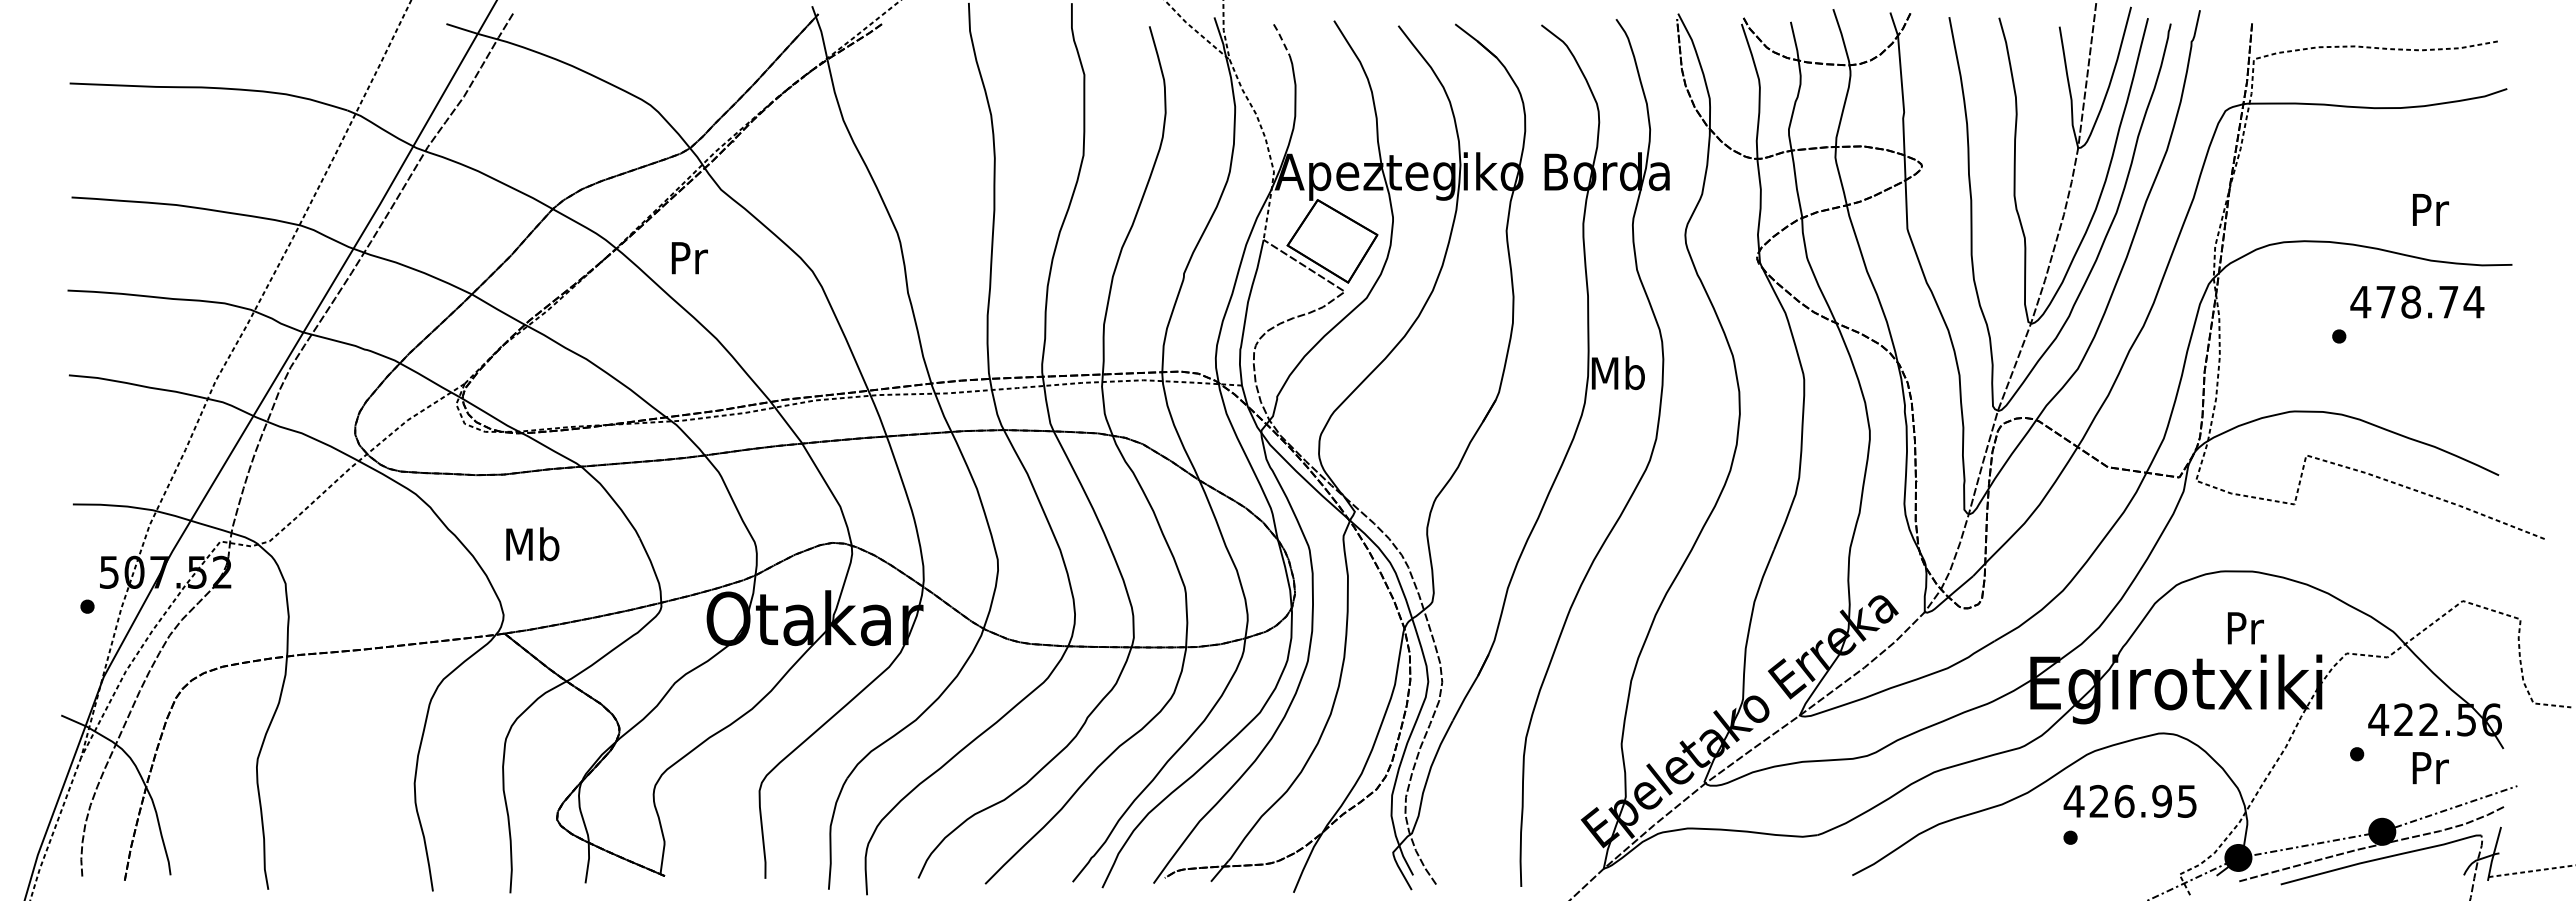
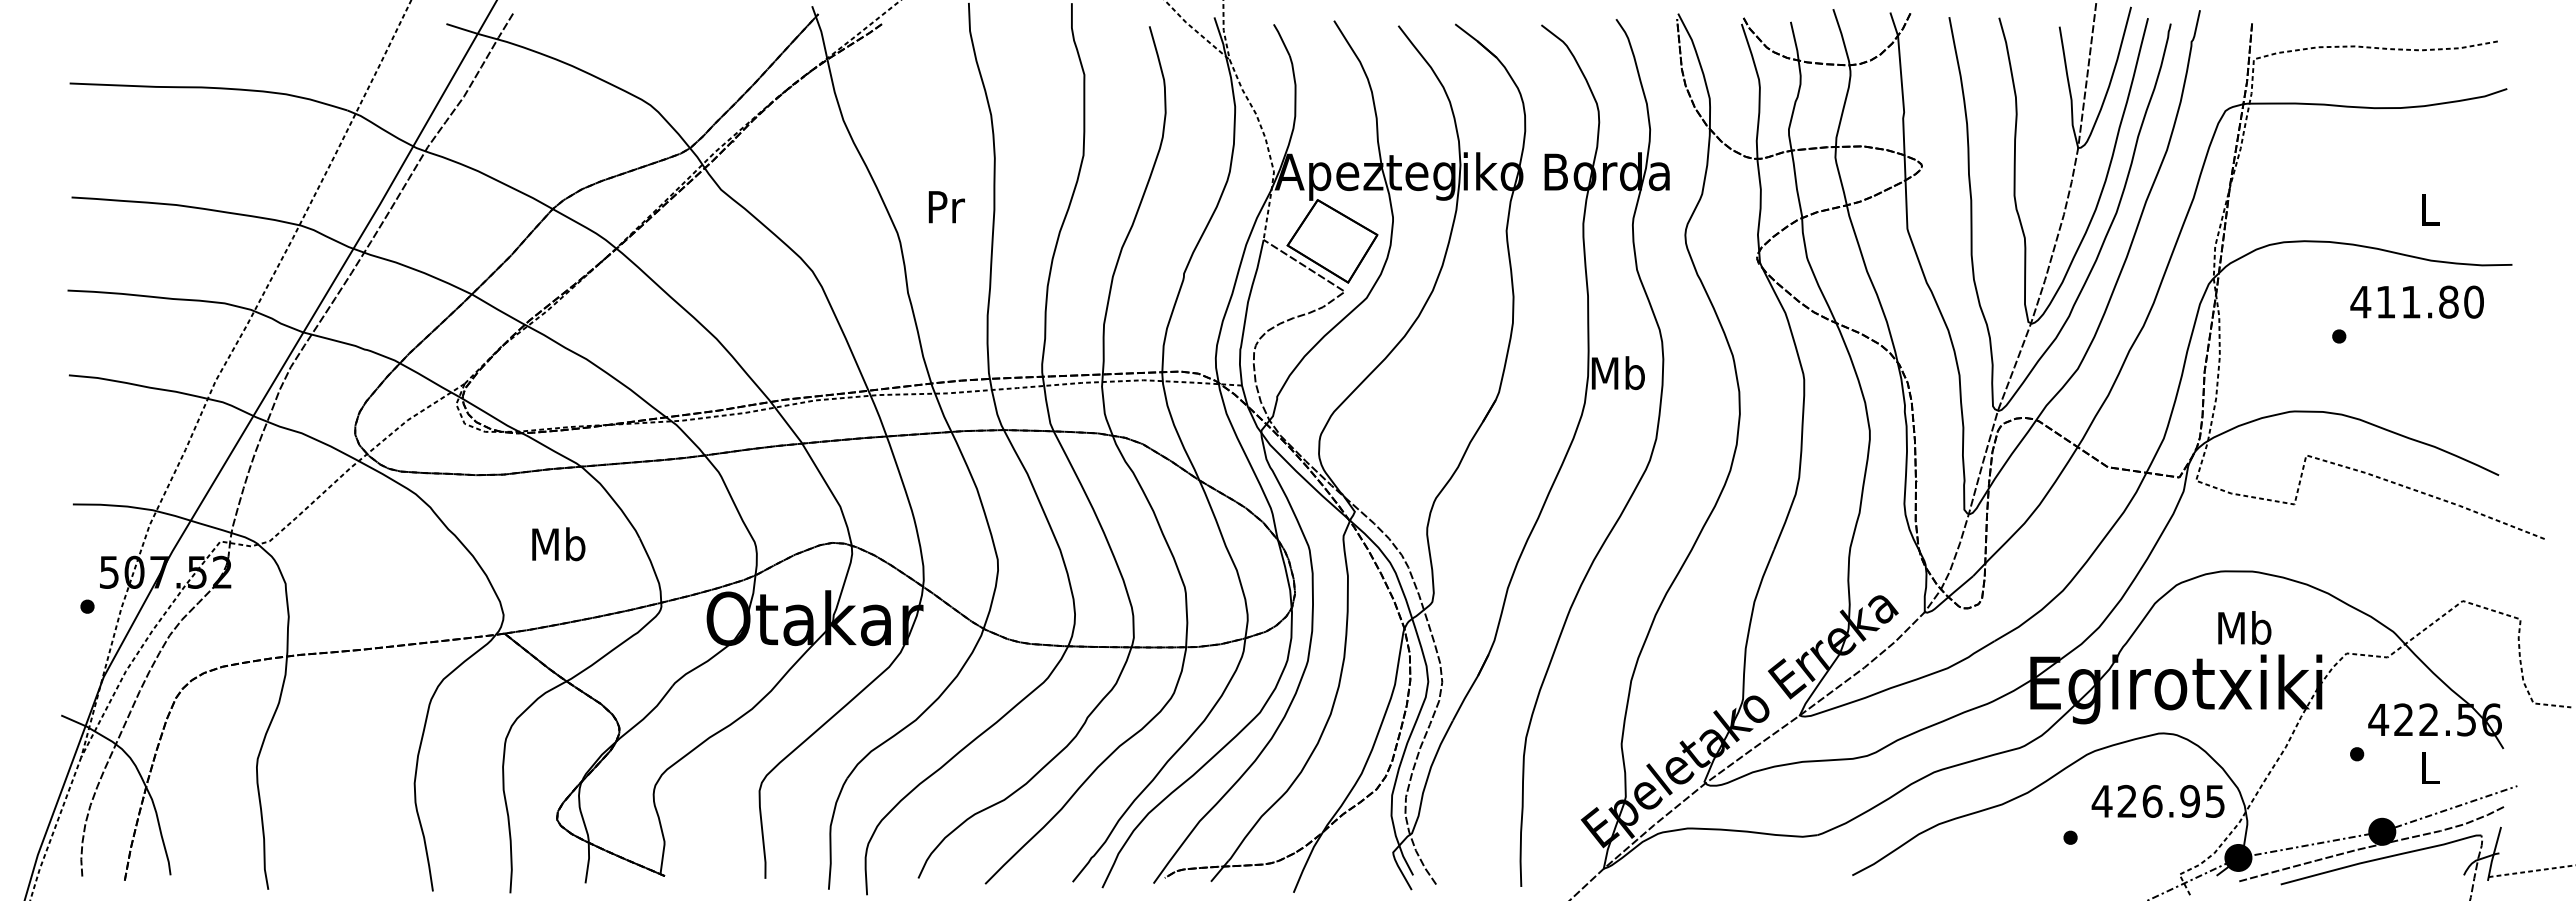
line at (1282, 39): dashed -> solid
text at (2431, 209): Pr -> L
text at (689, 258) position: (689, 258) -> (946, 207)
text at (2430, 301): 478.74 -> 411.80
text at (532, 544) position: (532, 544) -> (558, 544)
text at (2244, 627): Pr -> Mb
text at (2430, 768): Pr -> L
text at (2129, 800) position: (2129, 800) -> (2157, 800)
